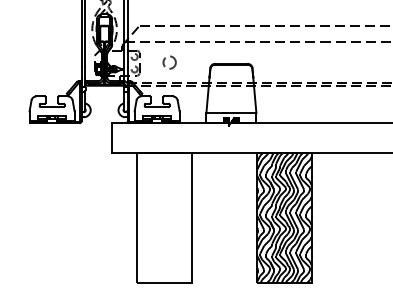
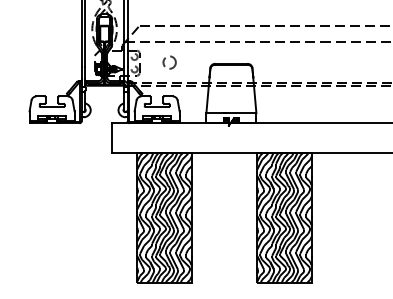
hatch at (164, 218): none -> present
